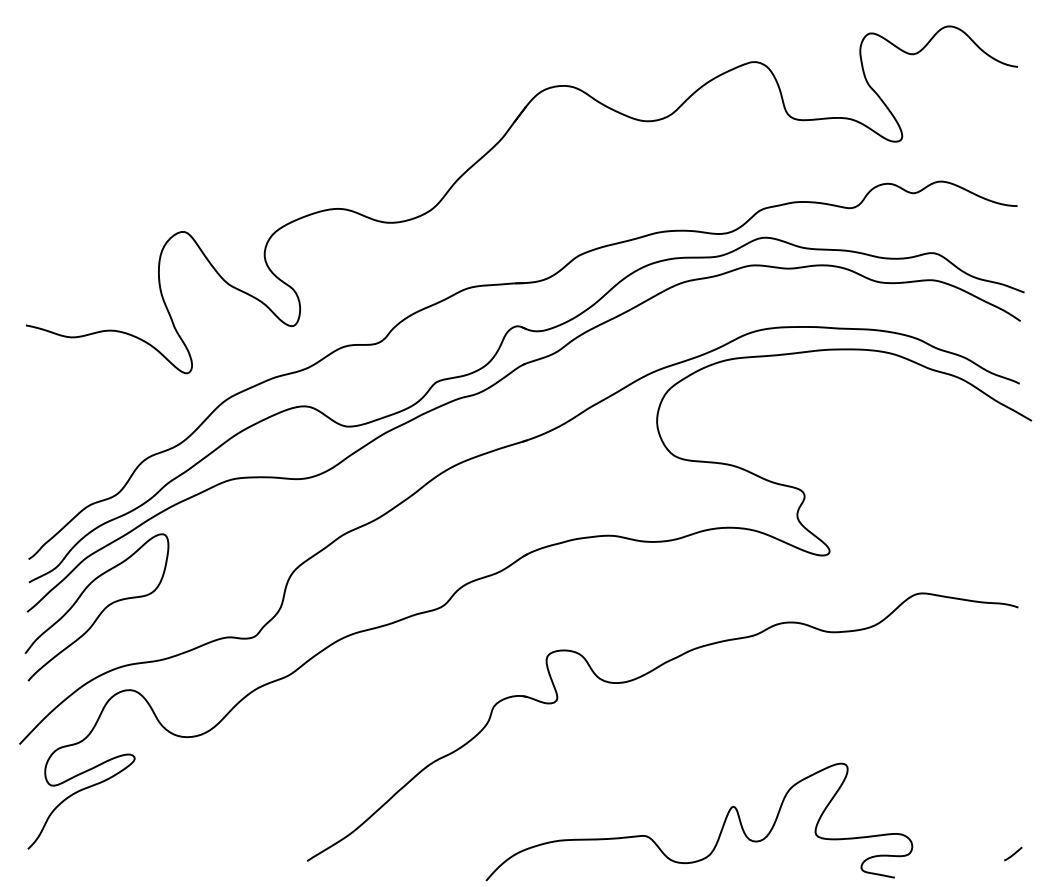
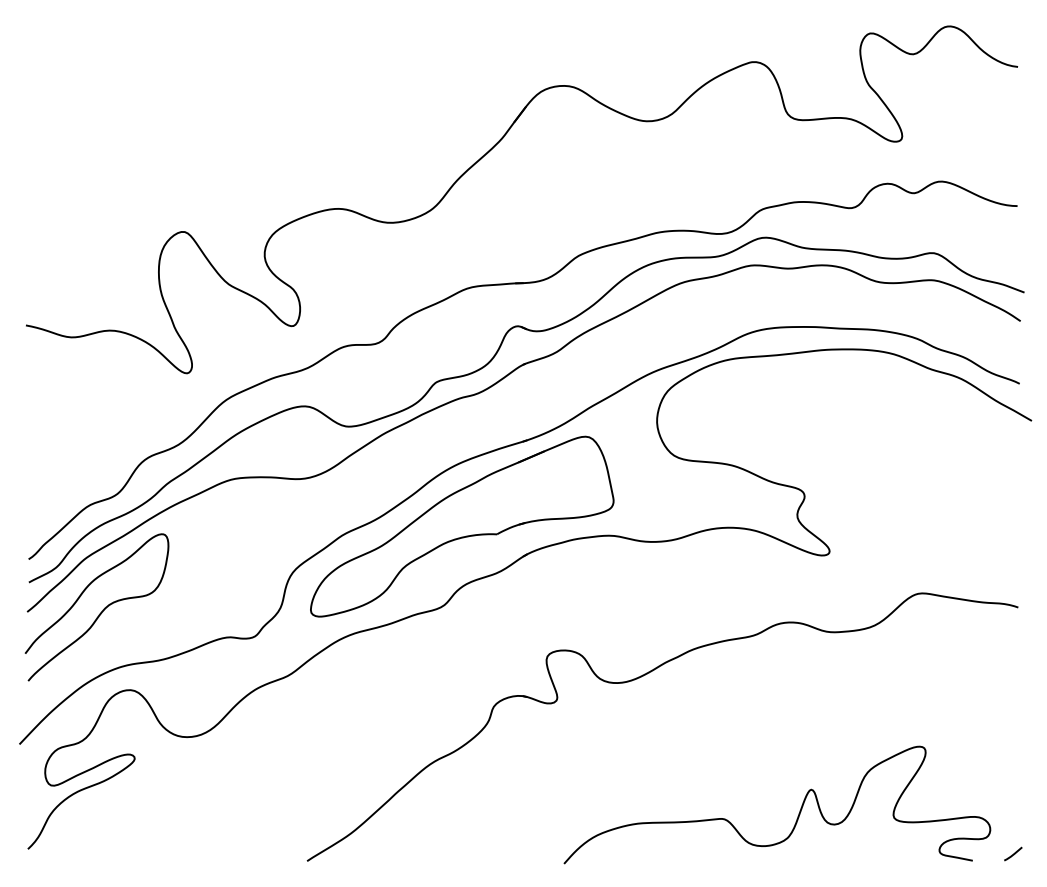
part at (462, 526): none -> present
curve at (721, 827) position: (721, 827) -> (799, 810)
